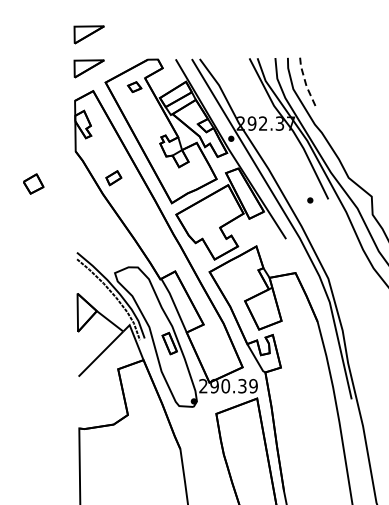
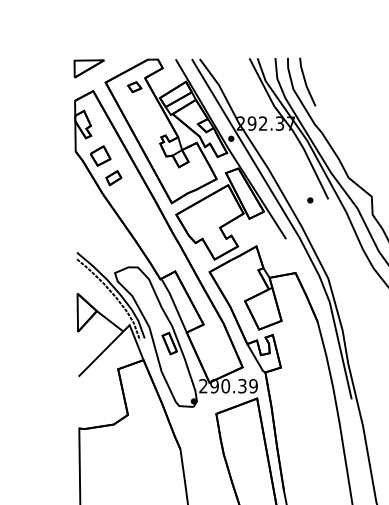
part at (88, 34): present -> none
line at (305, 82): dashed -> solid
part at (33, 183) position: (33, 183) -> (100, 155)
